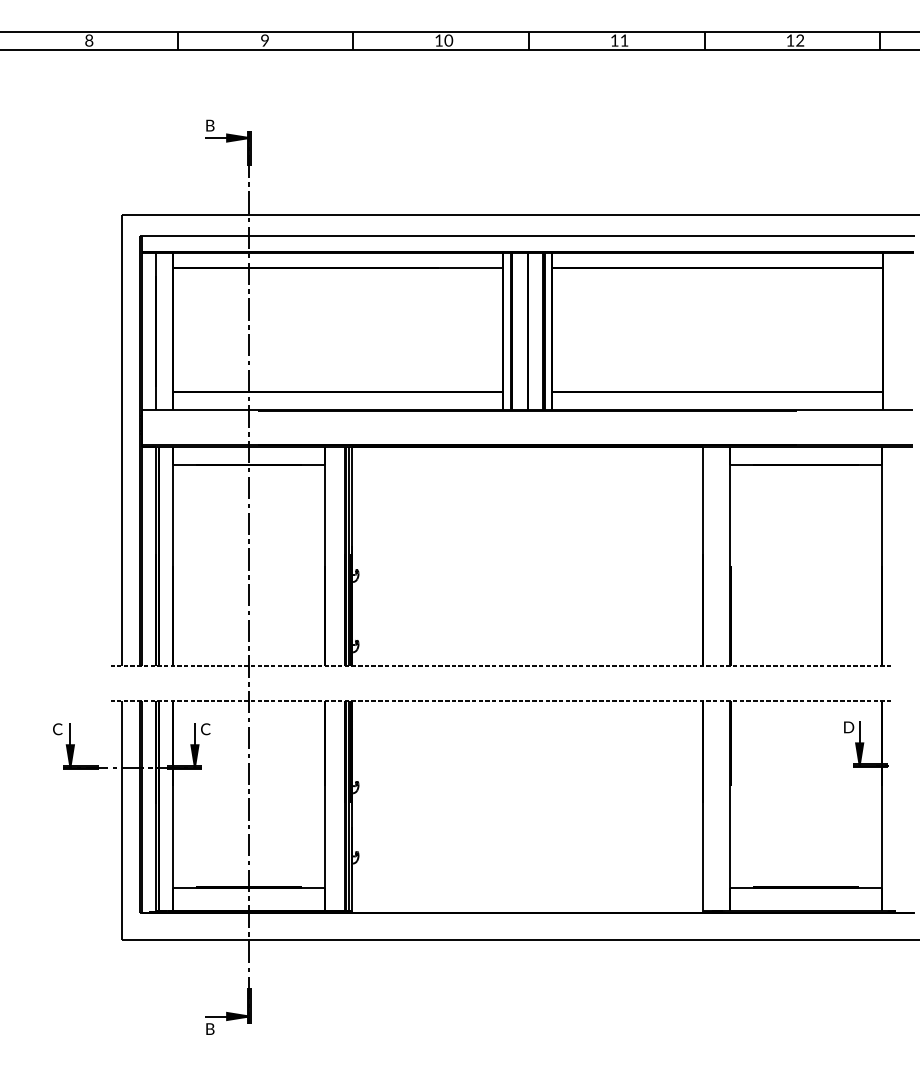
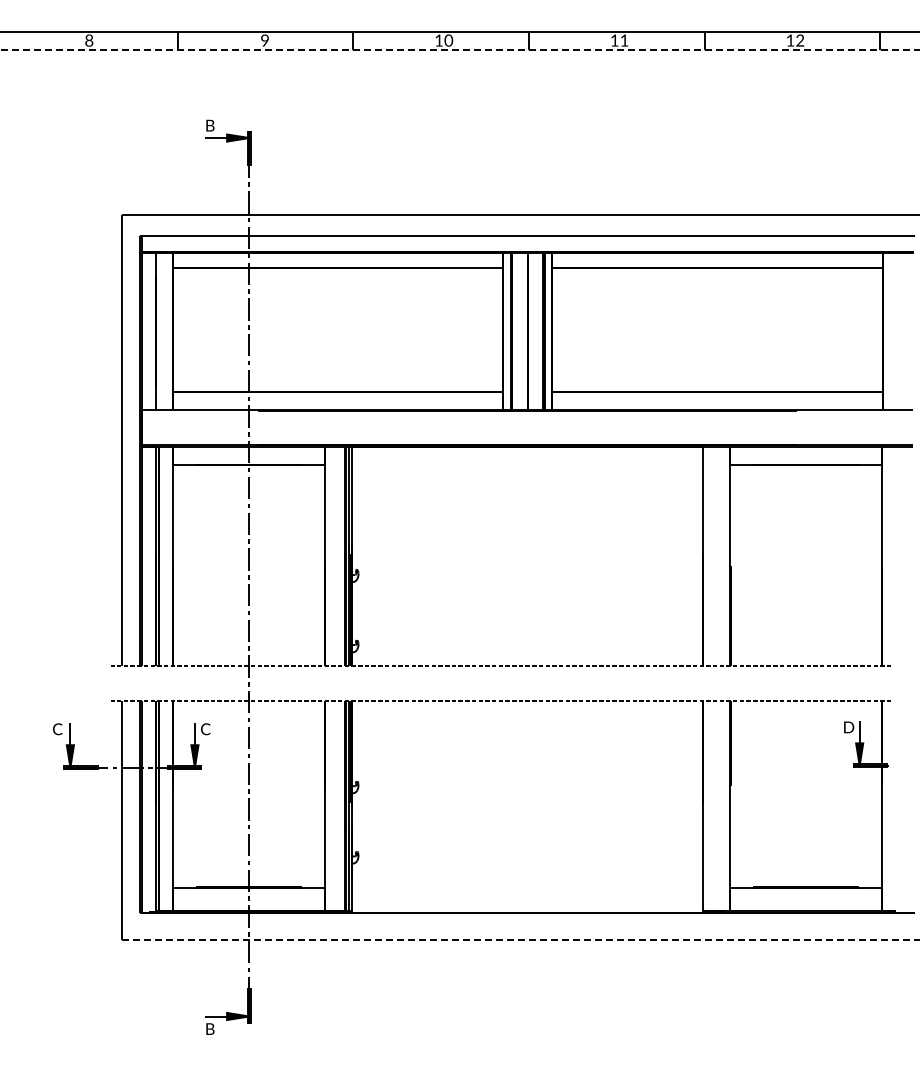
line at (459, 49): solid -> dashed
line at (521, 939): solid -> dashed
